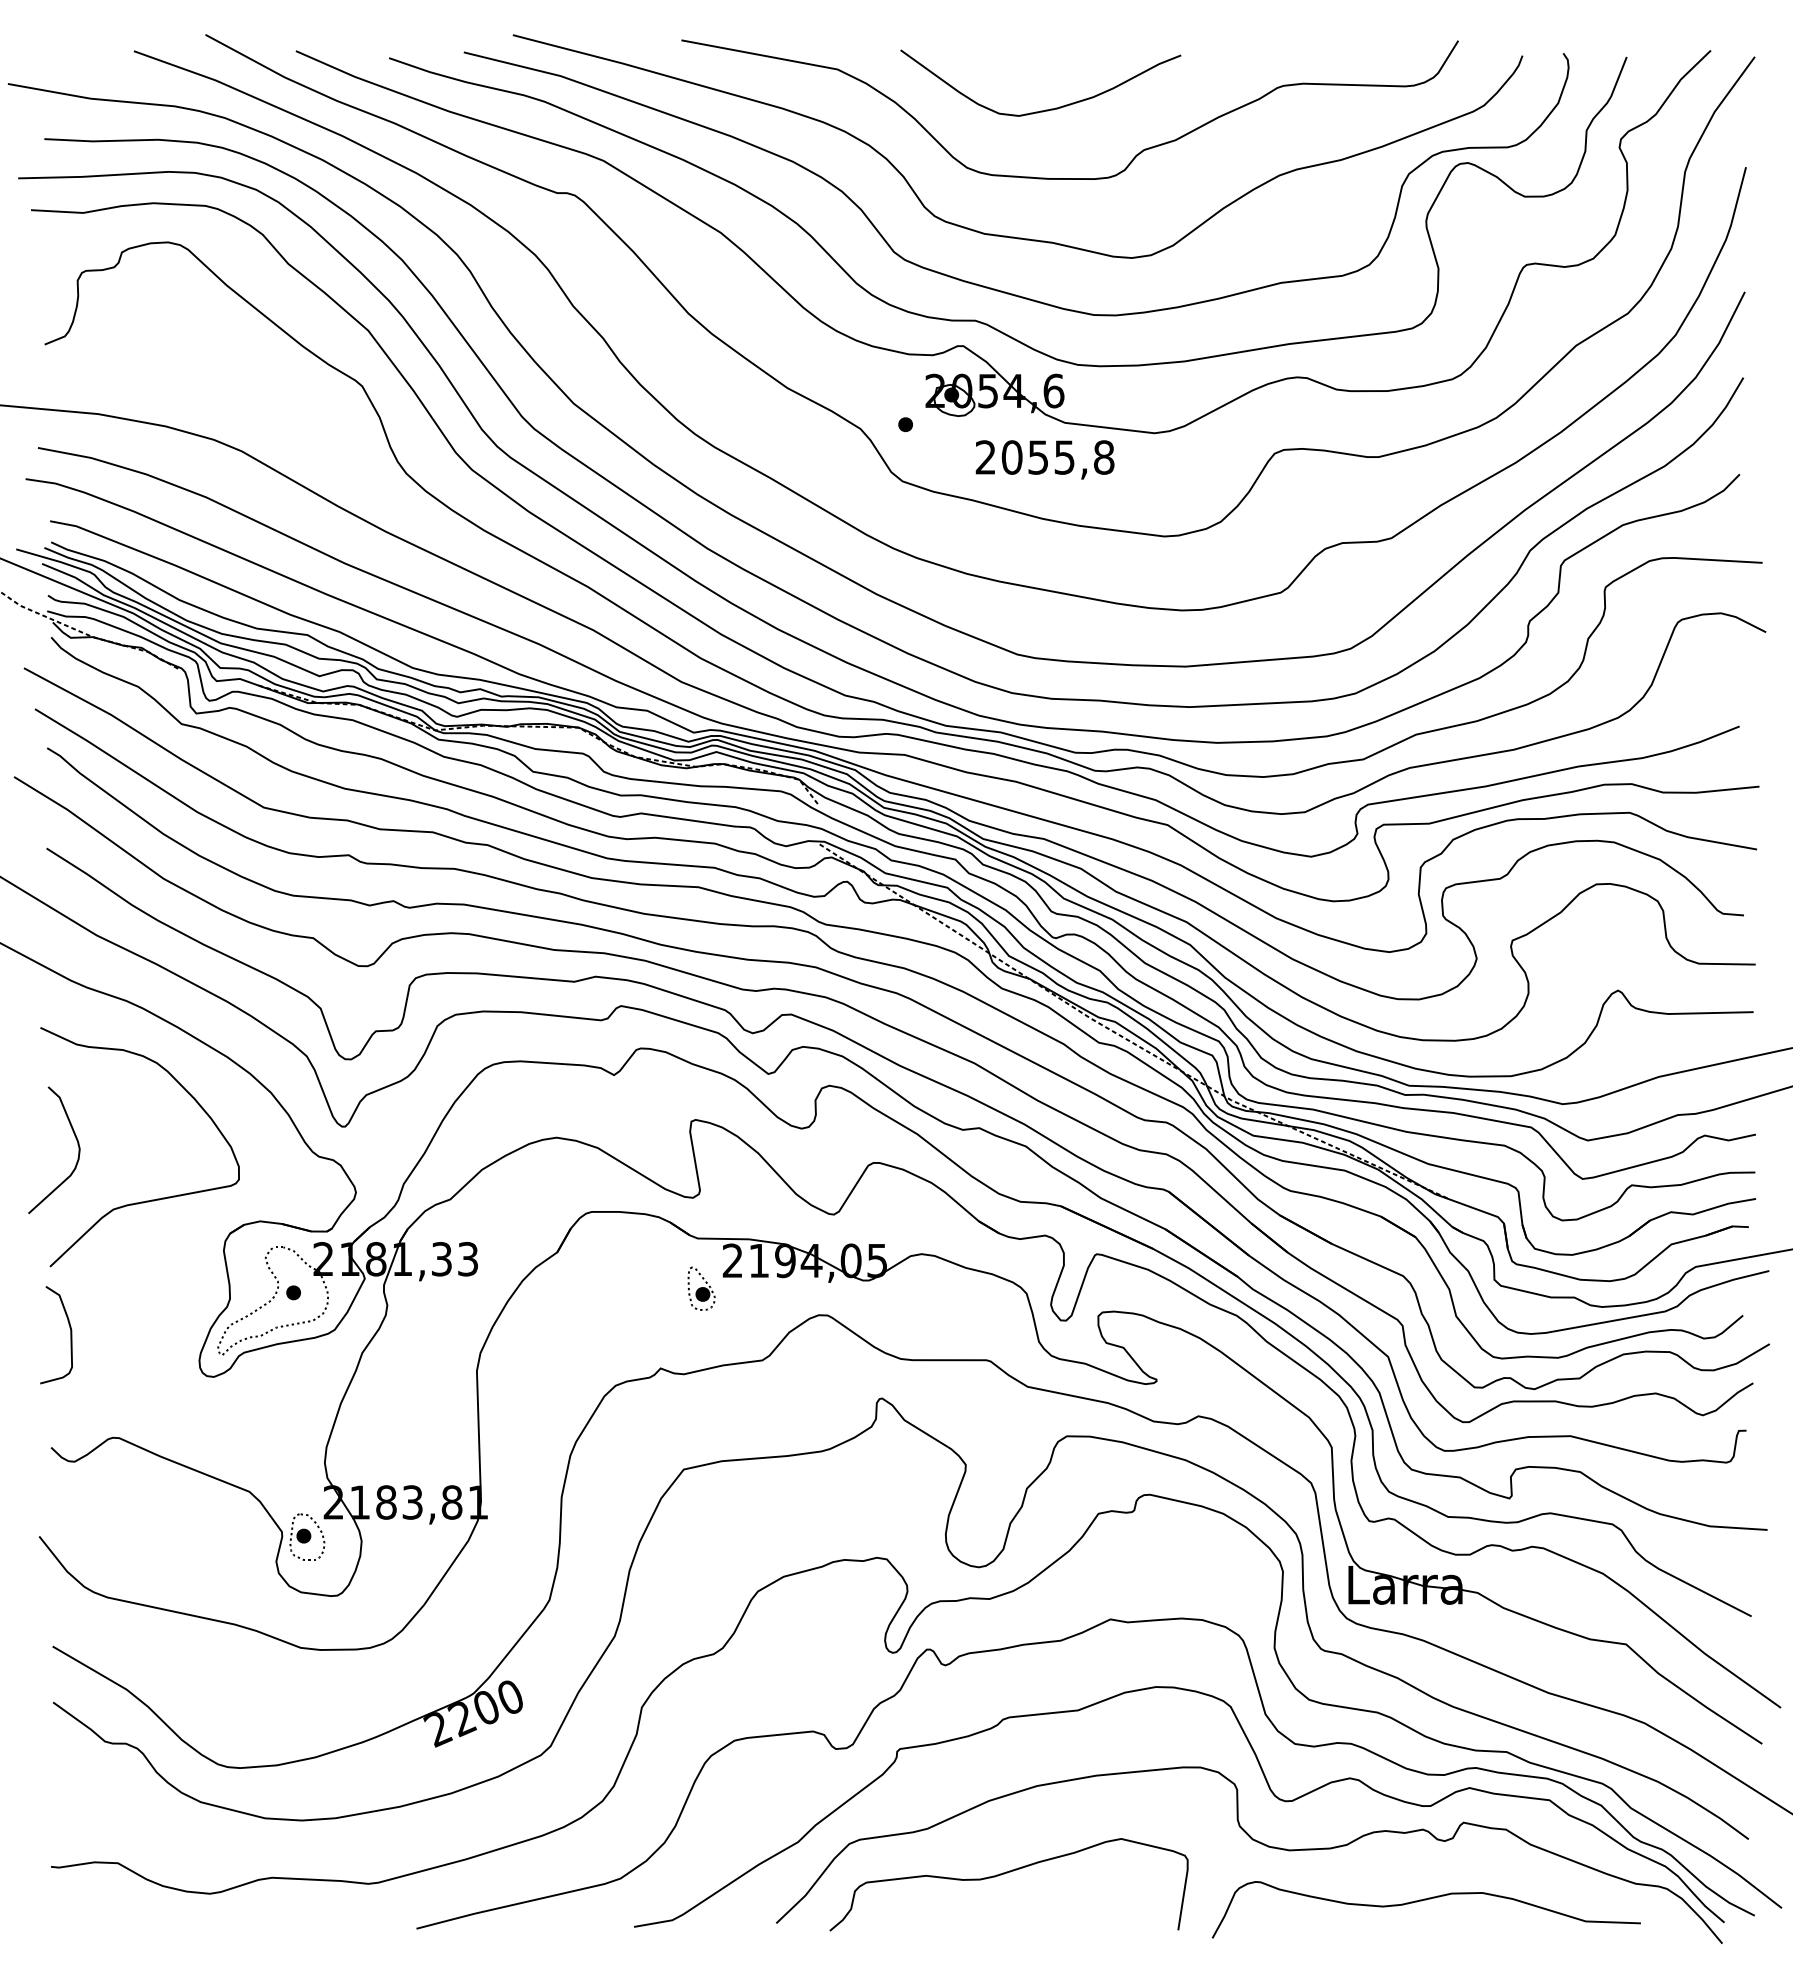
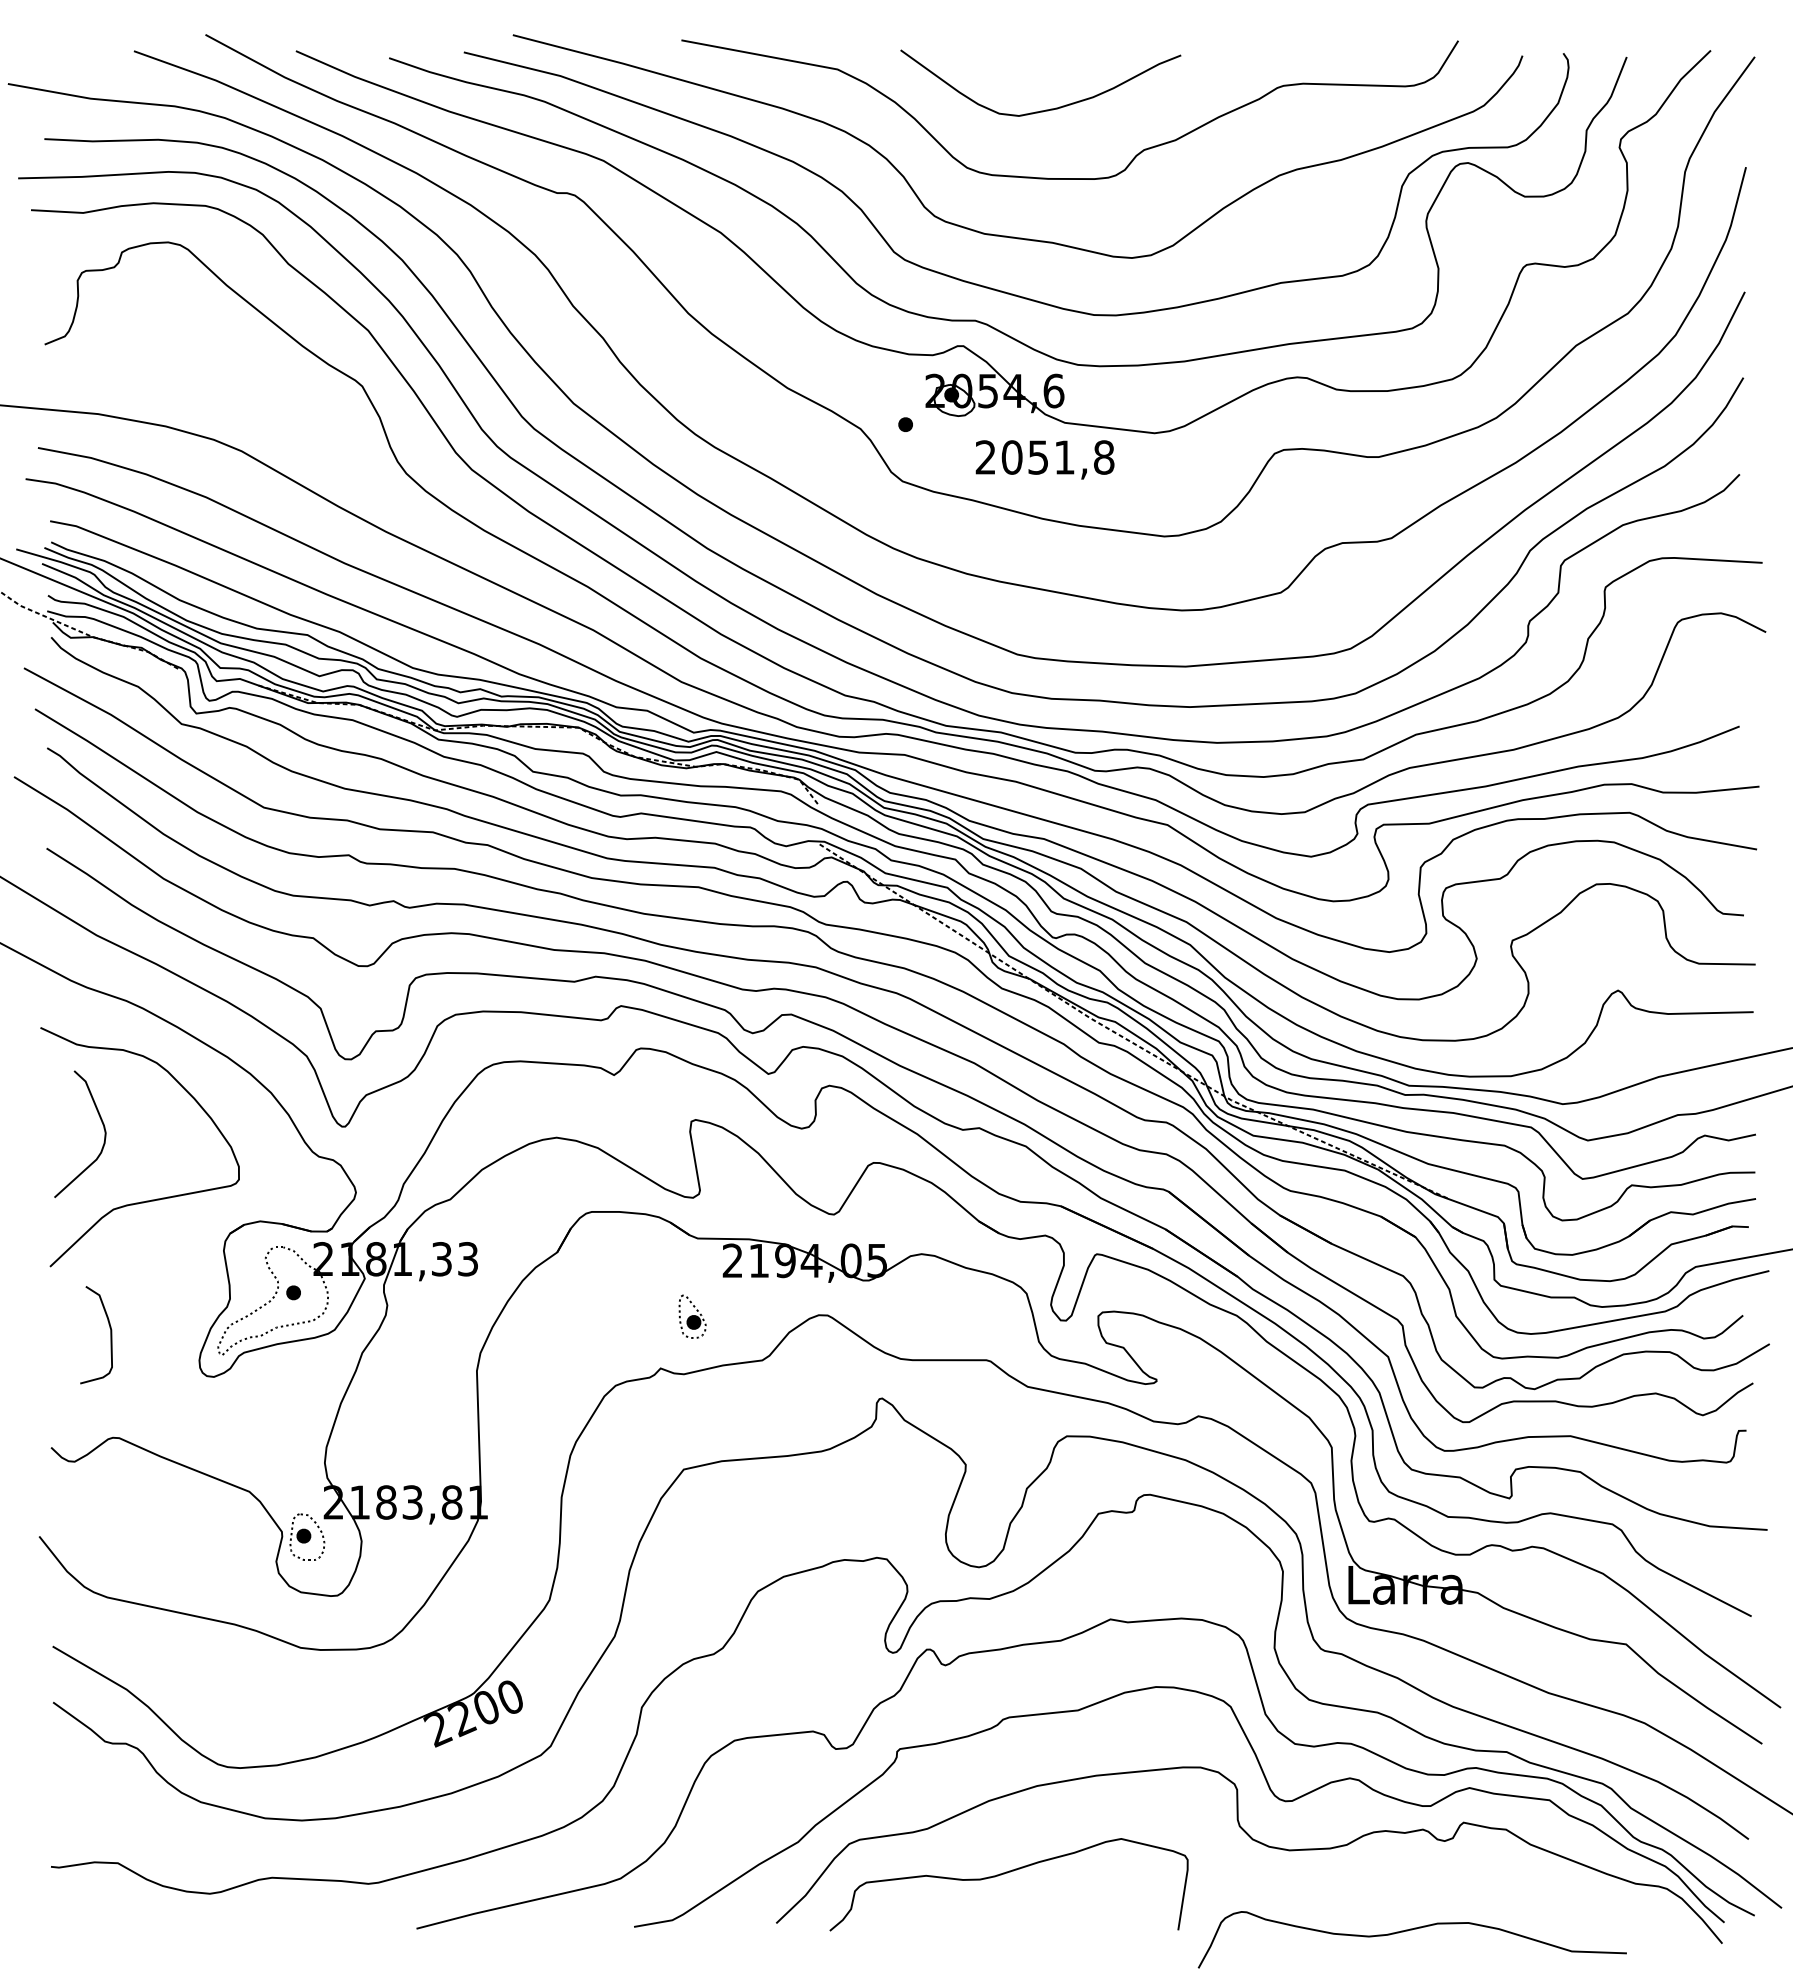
text at (1064, 457): 2055,8 -> 2051,8
curve at (77, 1144) position: (77, 1144) -> (103, 1128)
part at (701, 1288) position: (701, 1288) -> (692, 1316)
curve at (70, 1335) position: (70, 1335) -> (110, 1335)
curve at (1421, 1901) position: (1421, 1901) -> (1407, 1931)
